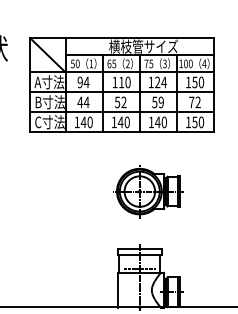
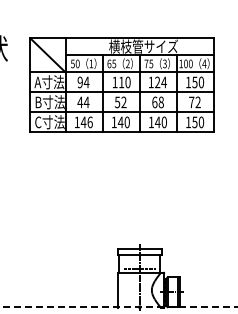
text at (157, 102): 59 -> 68
text at (89, 121): 140 -> 146
part at (148, 191): present -> none
line at (119, 307): solid -> dashed
